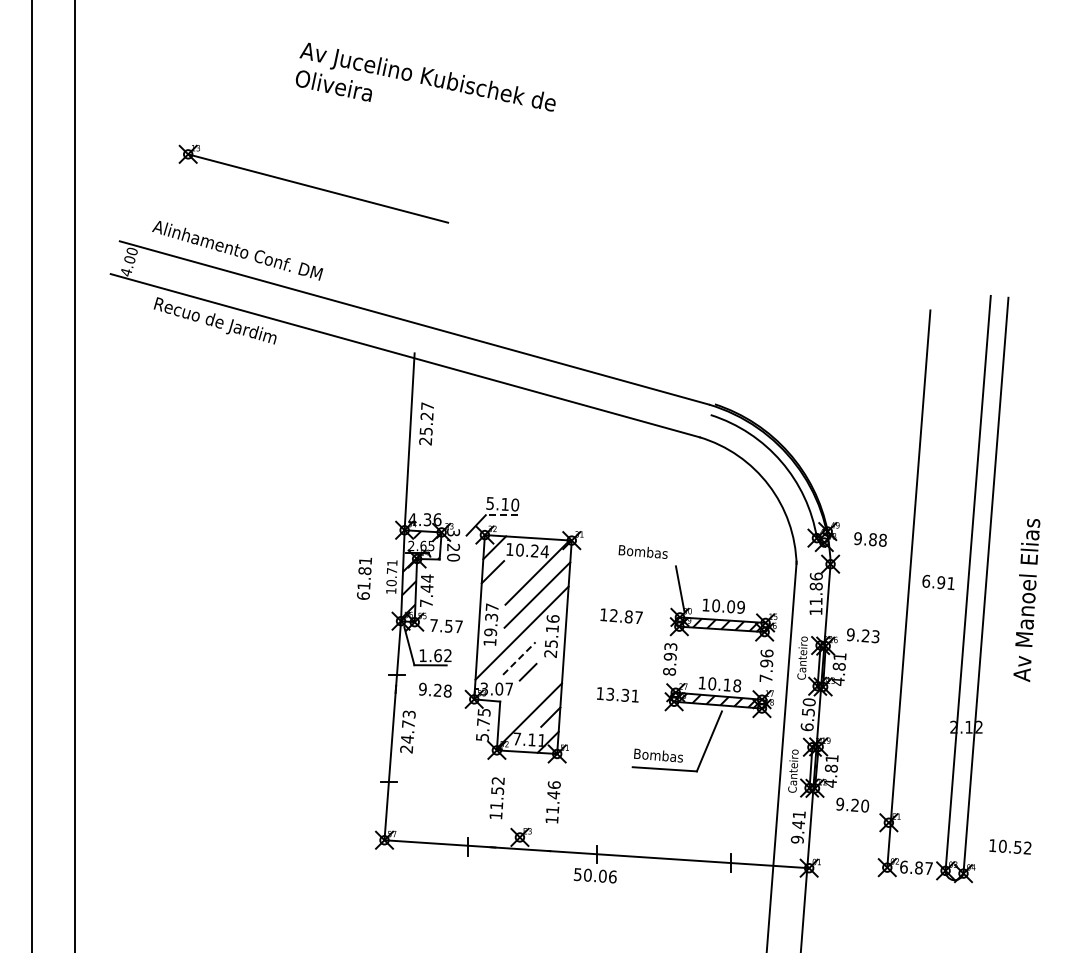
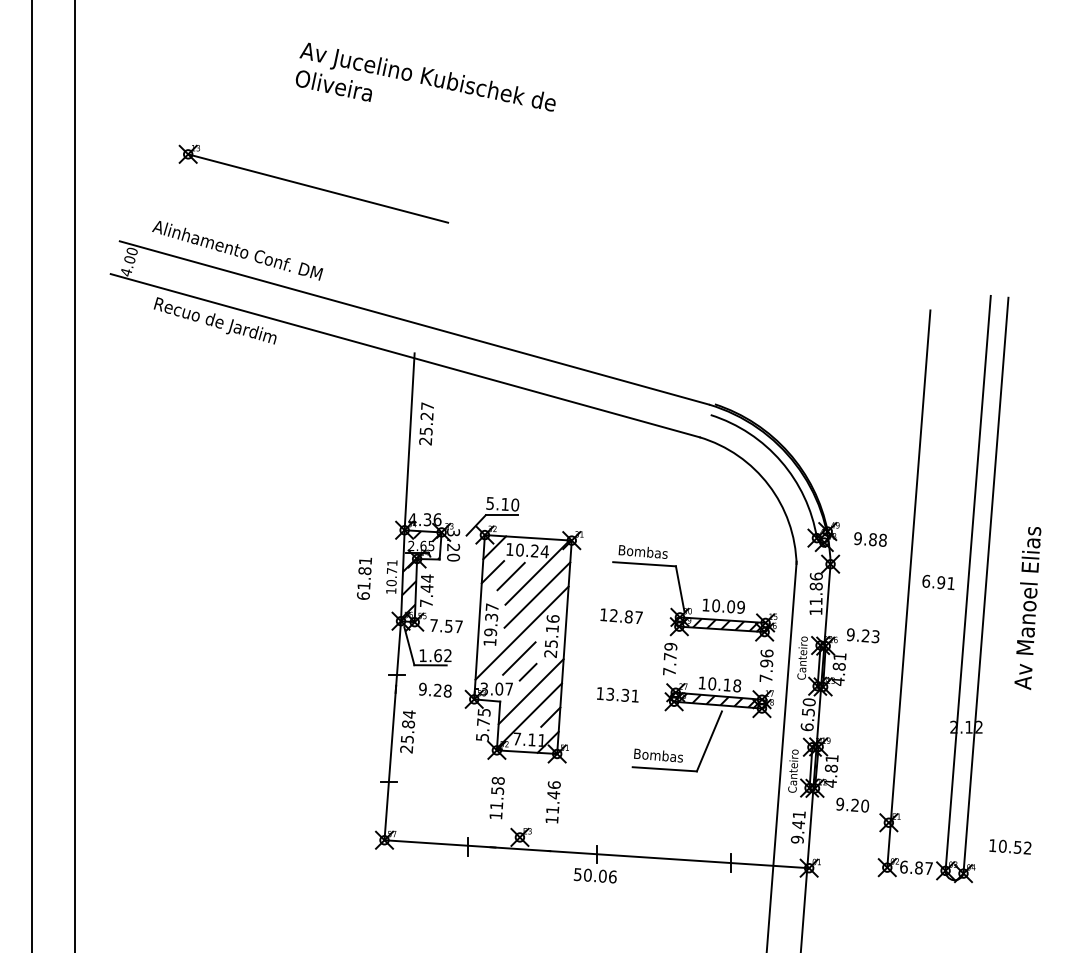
line at (501, 515): dashed -> solid
line at (644, 564): none -> present
line at (510, 576): none -> present
text at (1026, 600) position: (1026, 600) -> (1027, 608)
line at (519, 658): dashed -> solid
text at (670, 659): 8.93 -> 7.79
line at (530, 691): none -> present
text at (407, 726): 24.73 -> 25.84
text at (497, 780): 11.52 -> 11.58
